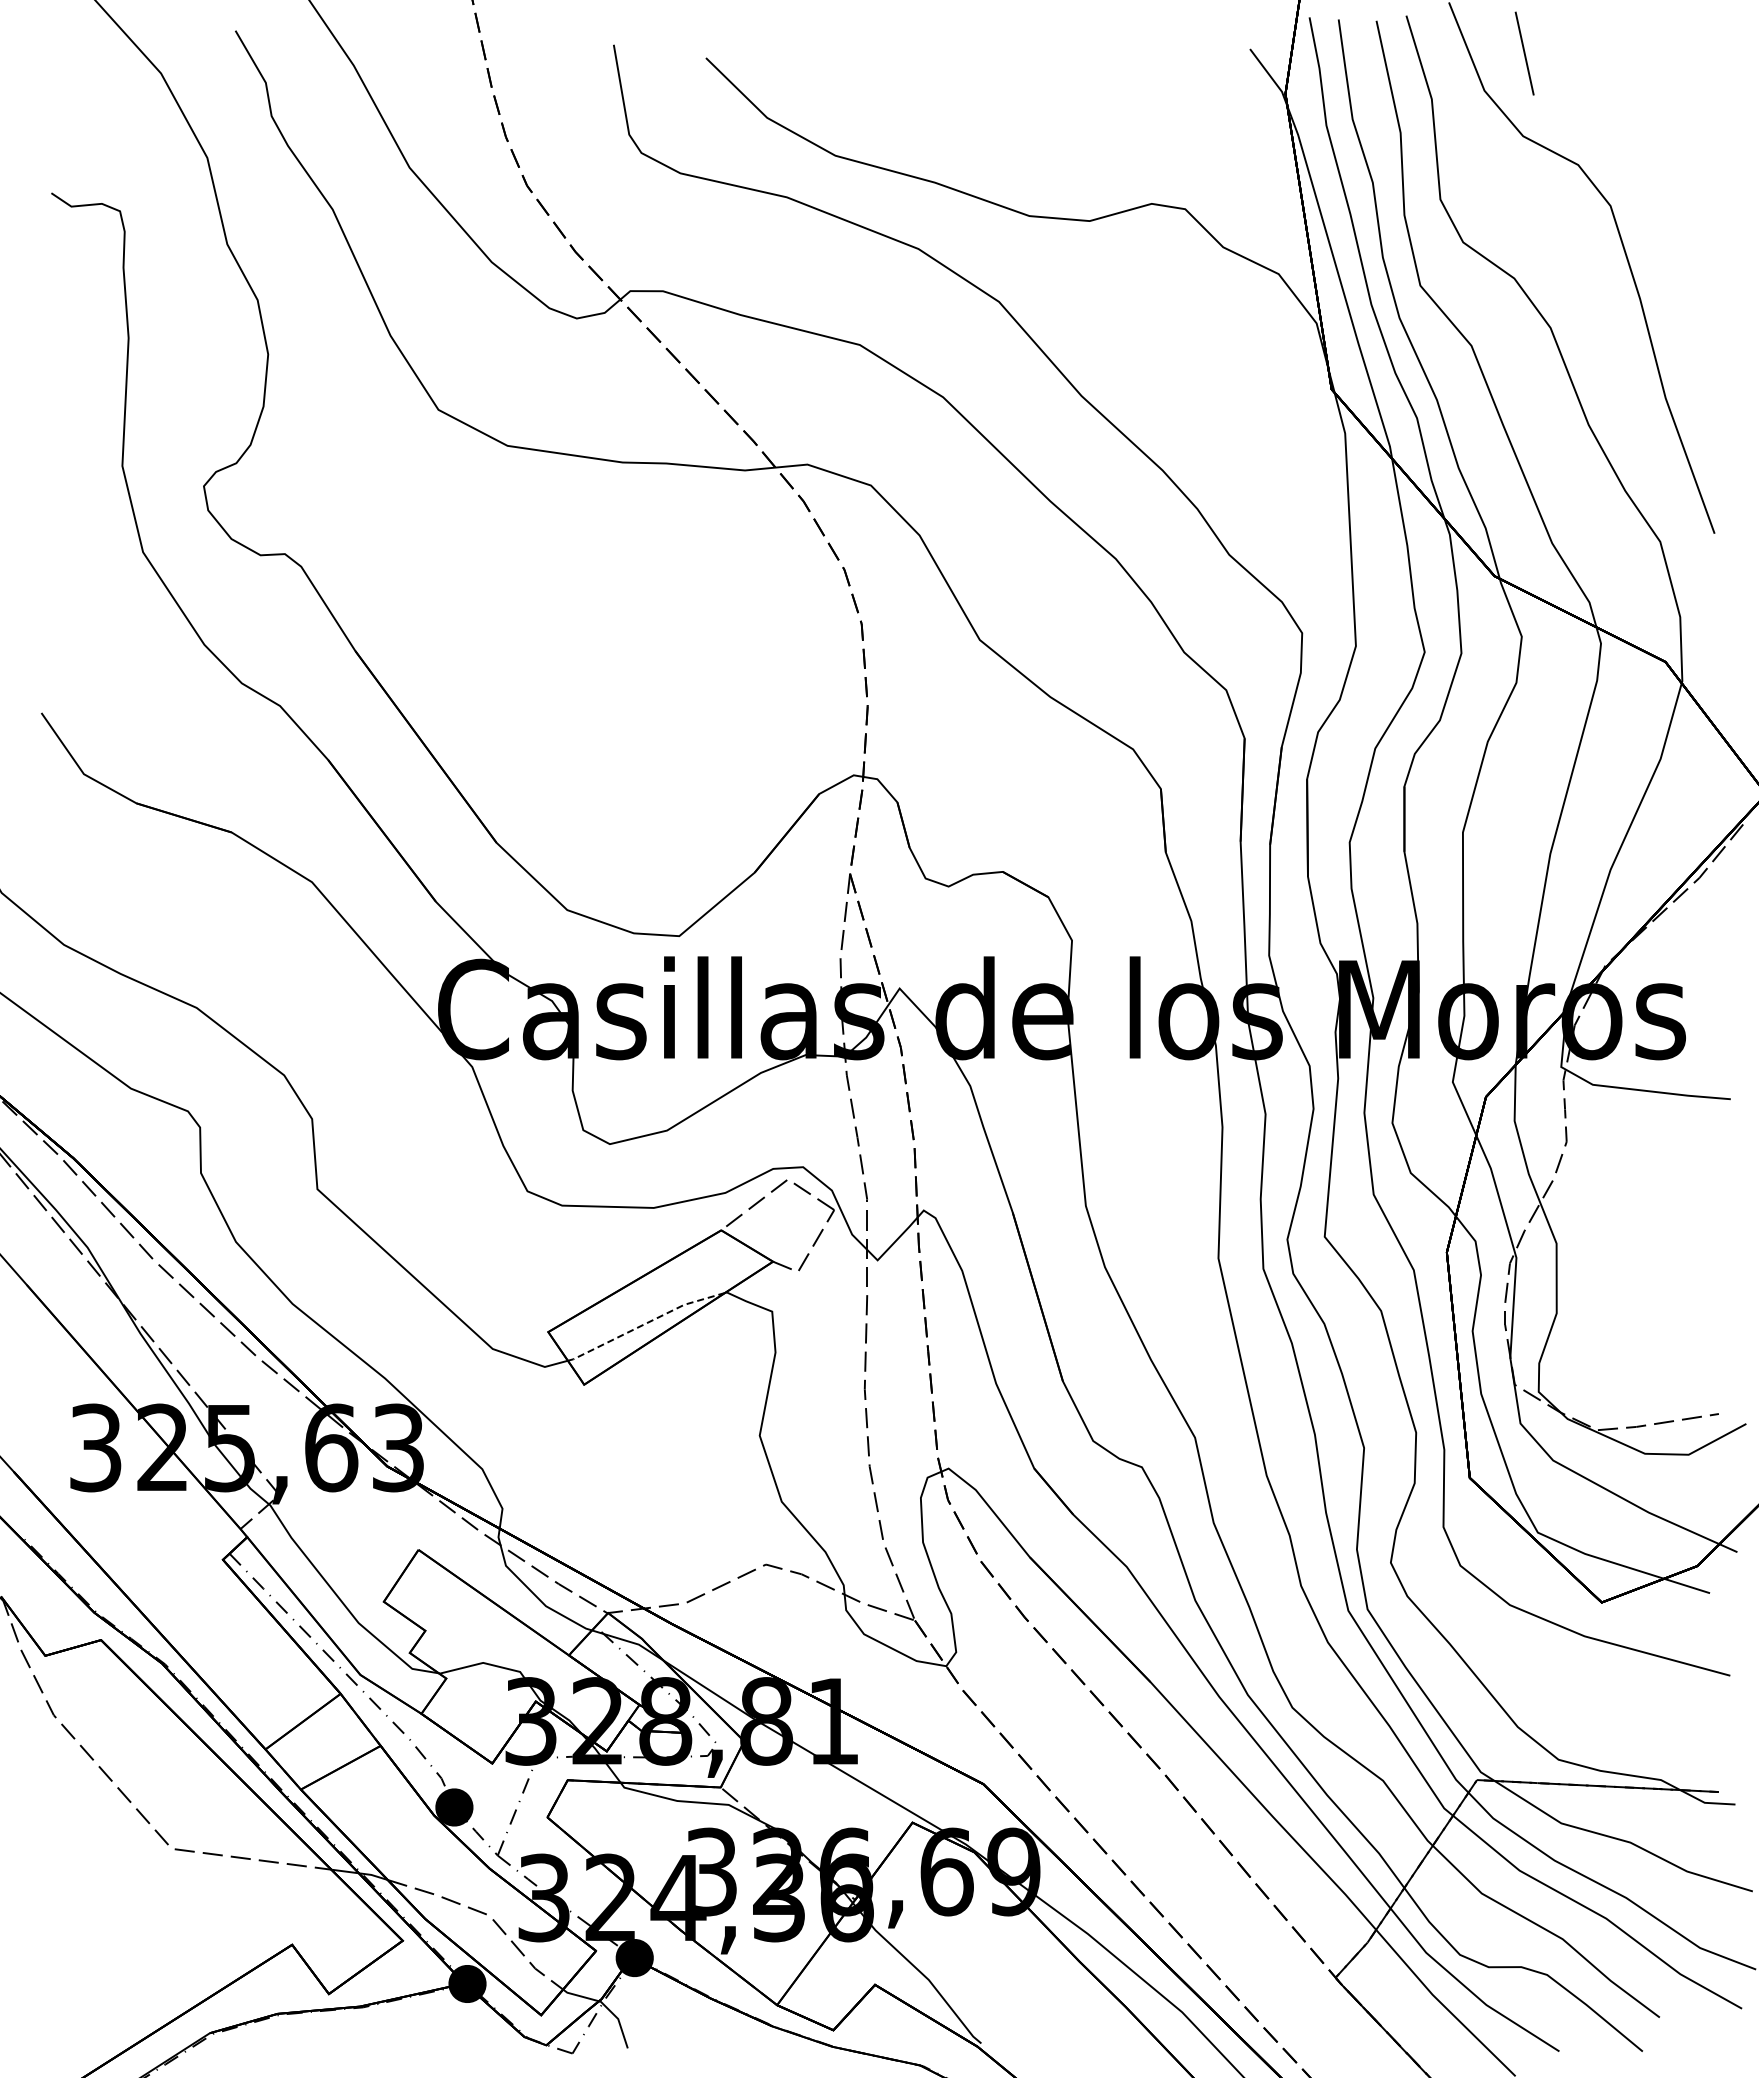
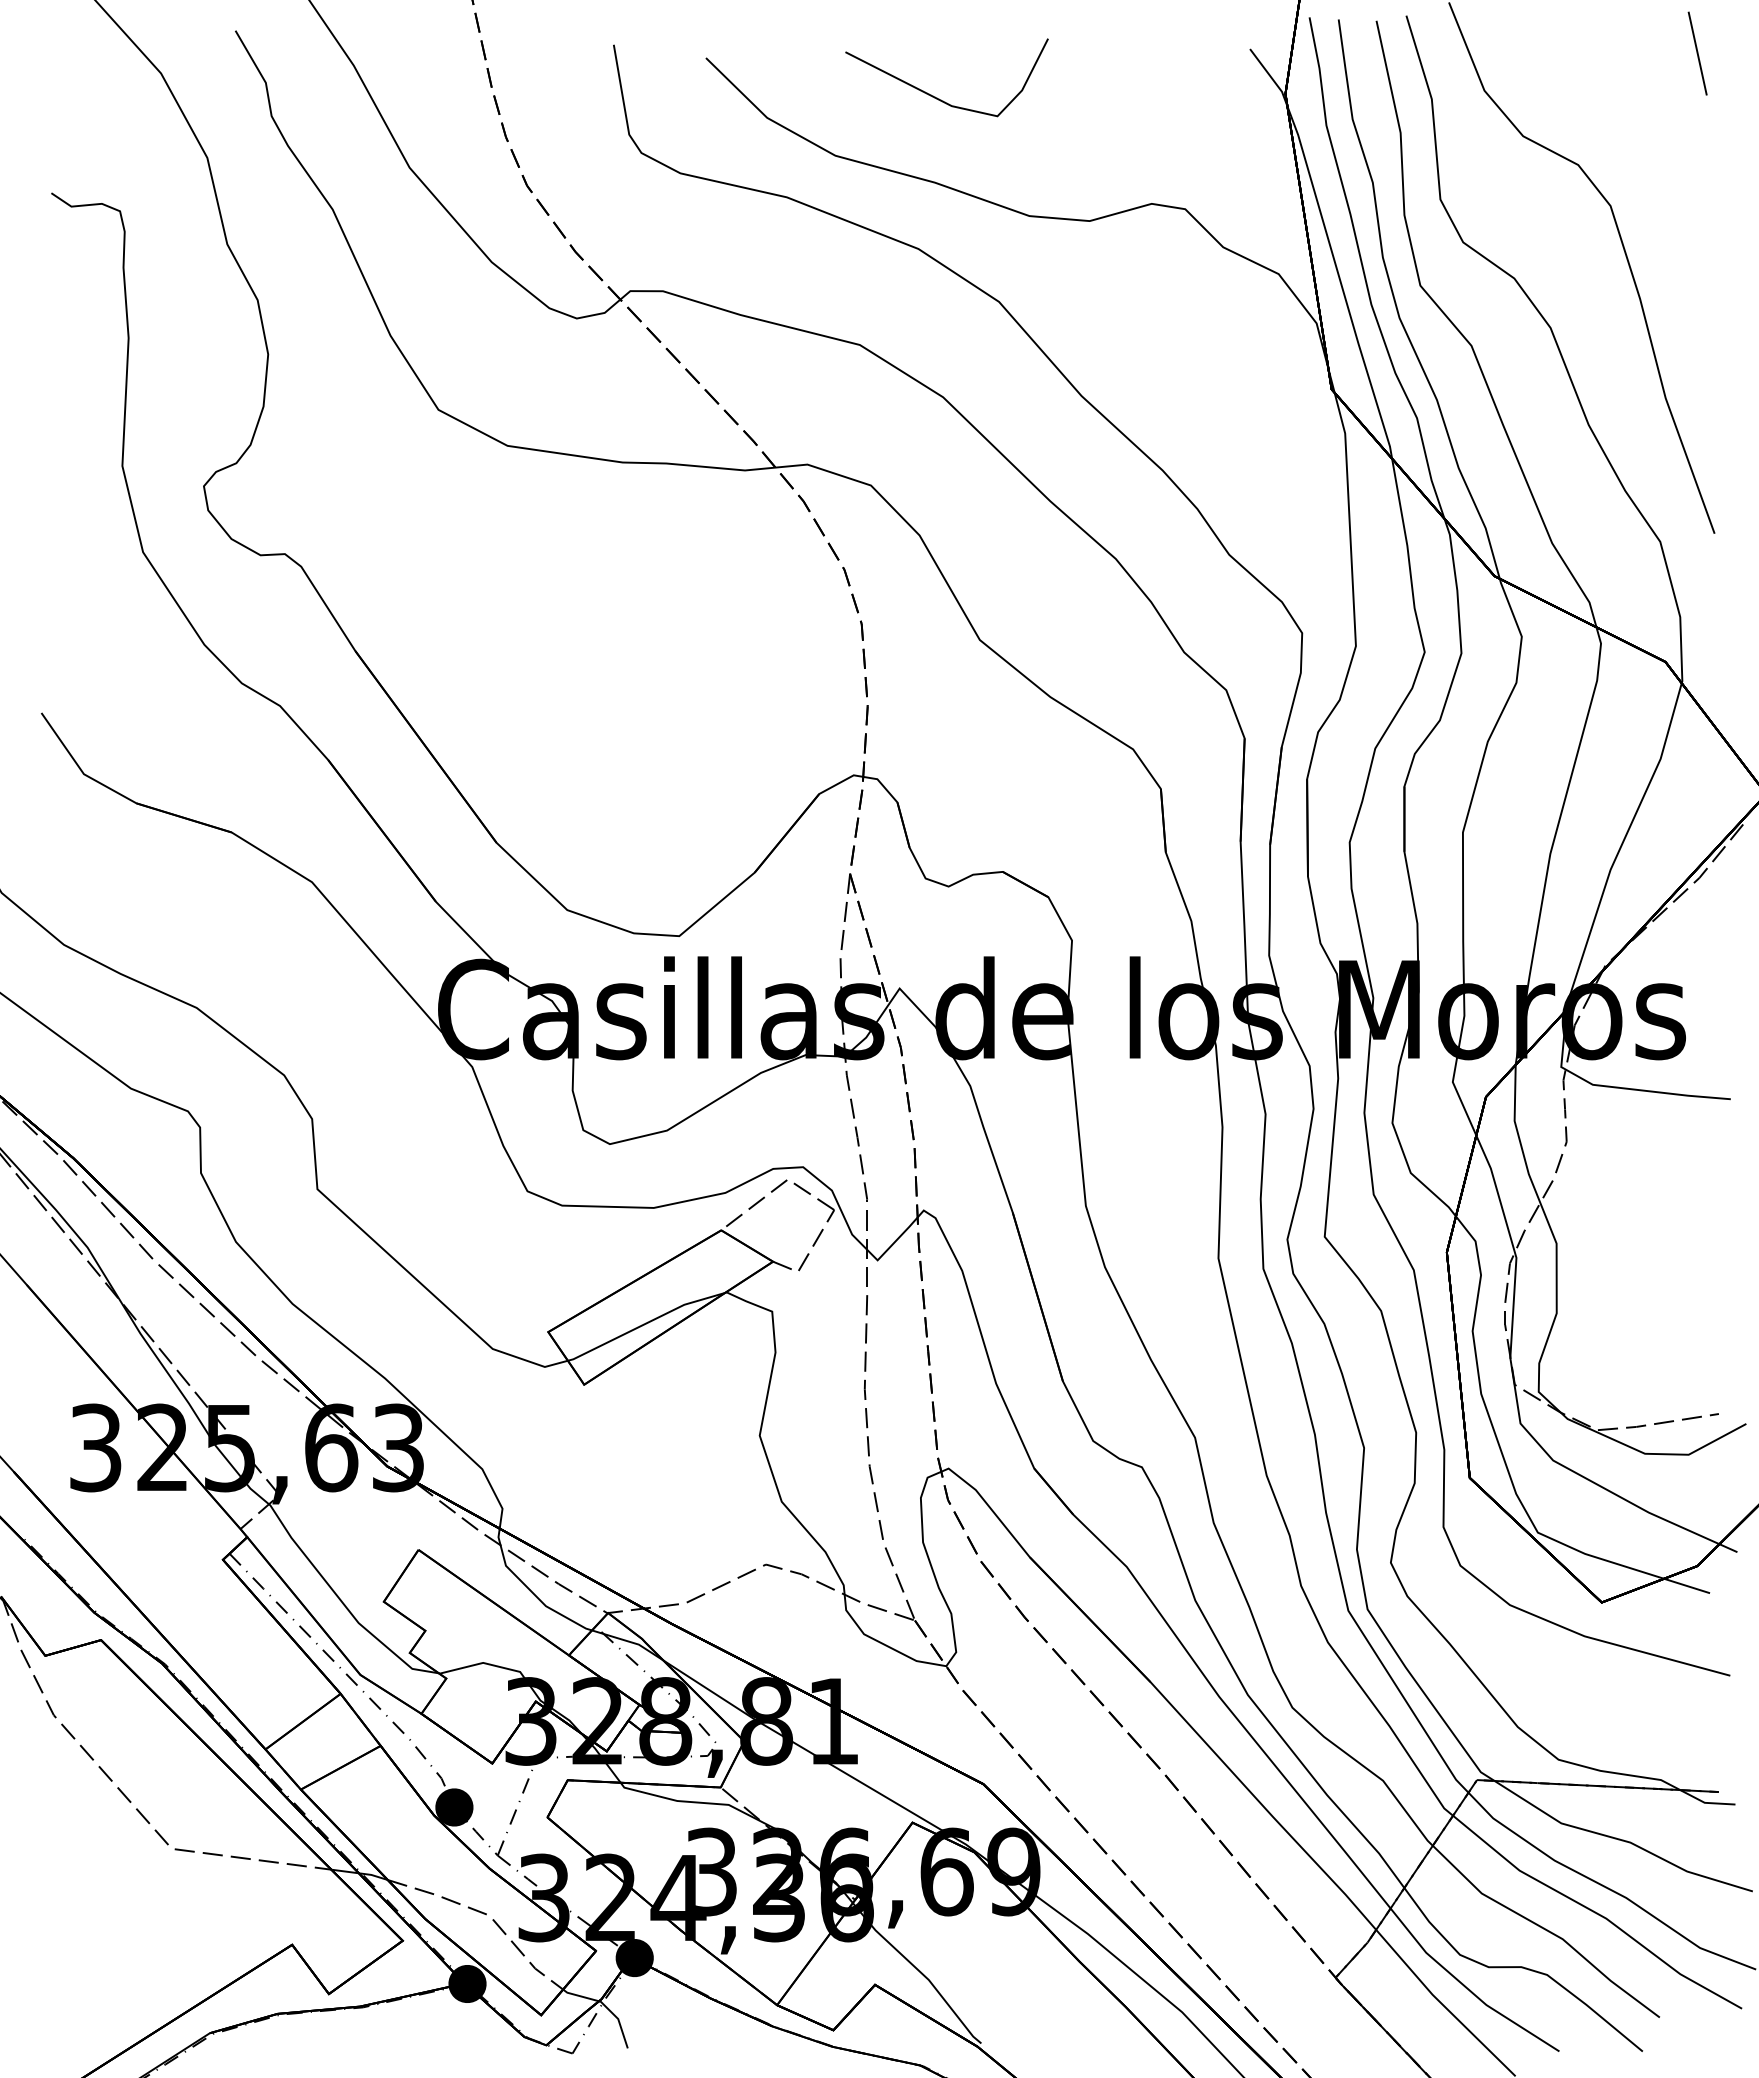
line at (1524, 53) position: (1524, 53) -> (1697, 53)
line at (937, 97): none -> present
line at (644, 1324): dashed -> solid
